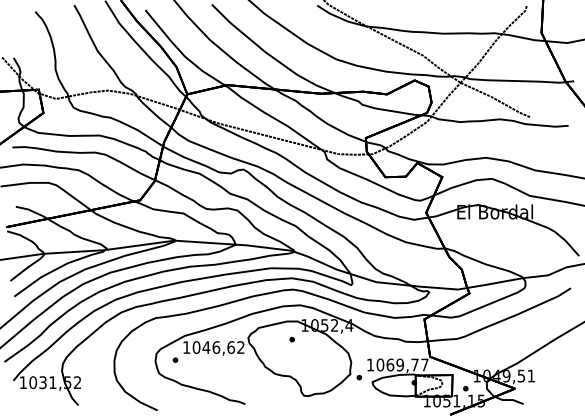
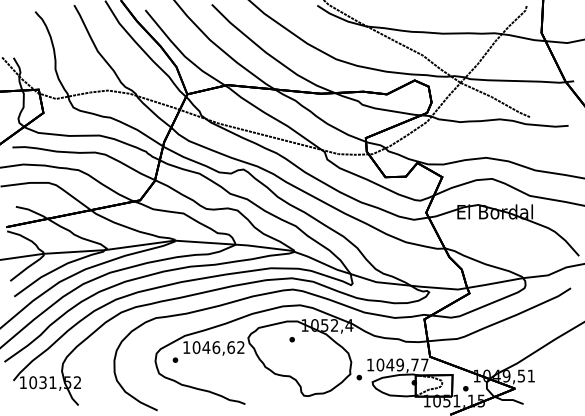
text at (390, 364): 1069,77 -> 1049,77
